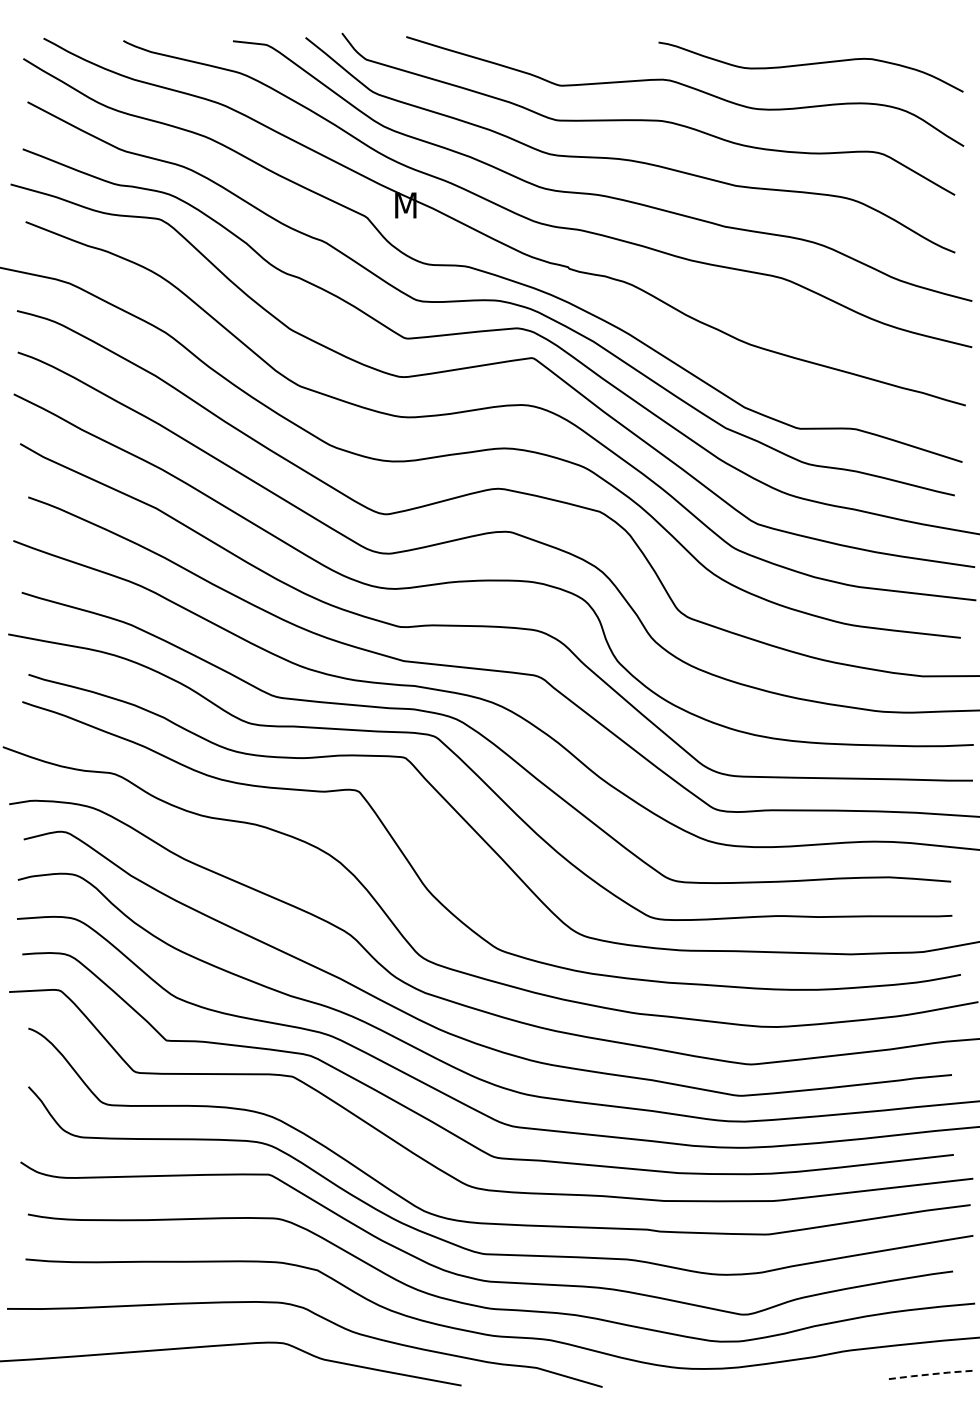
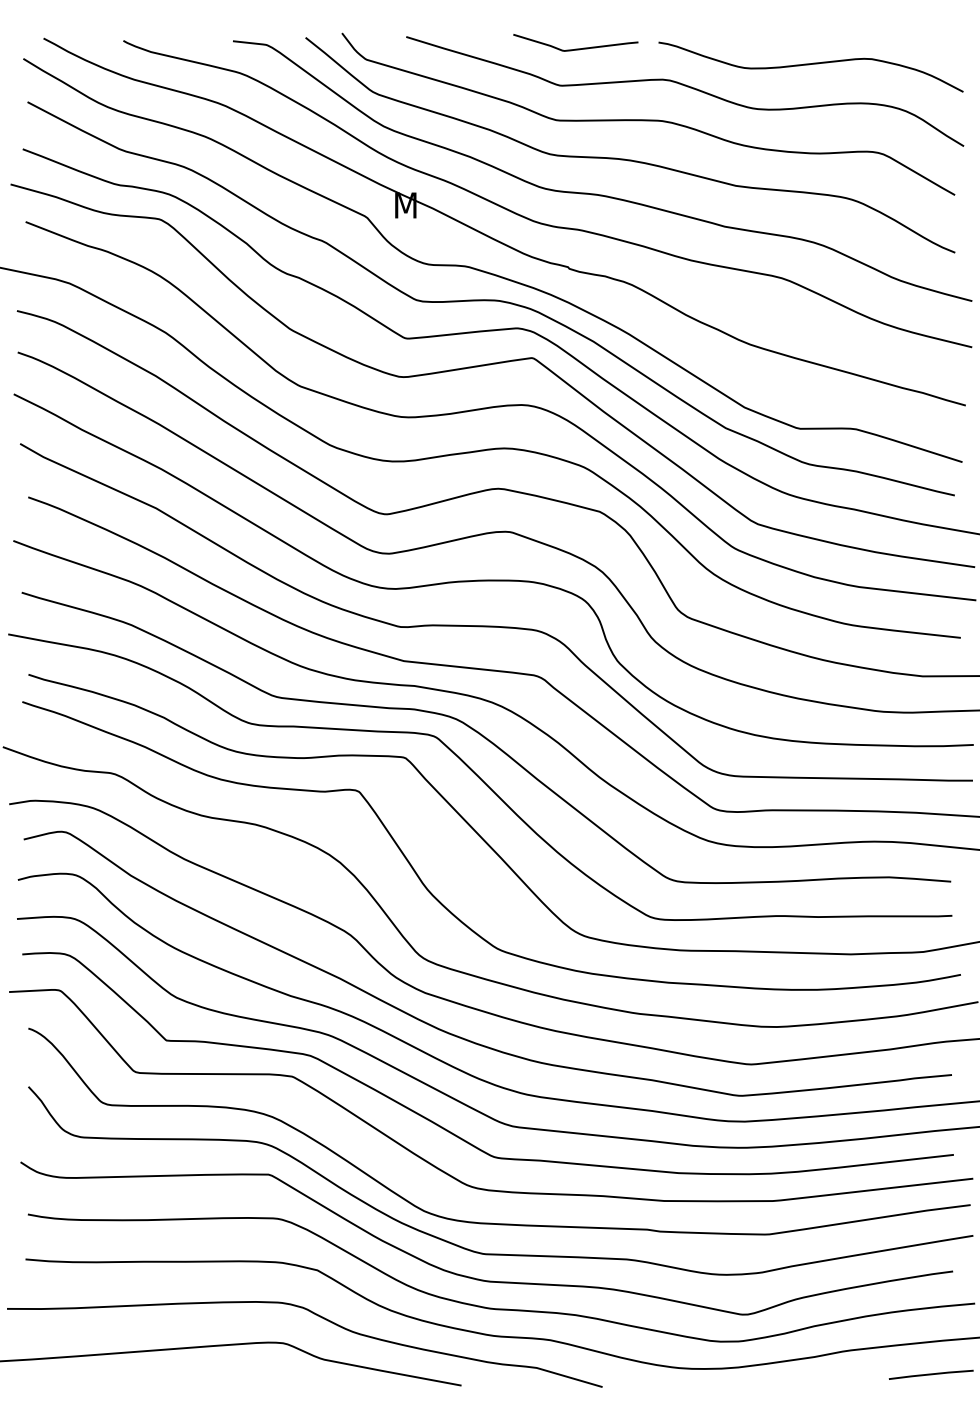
curve at (575, 48): none -> present
line at (931, 1374): dashed -> solid
